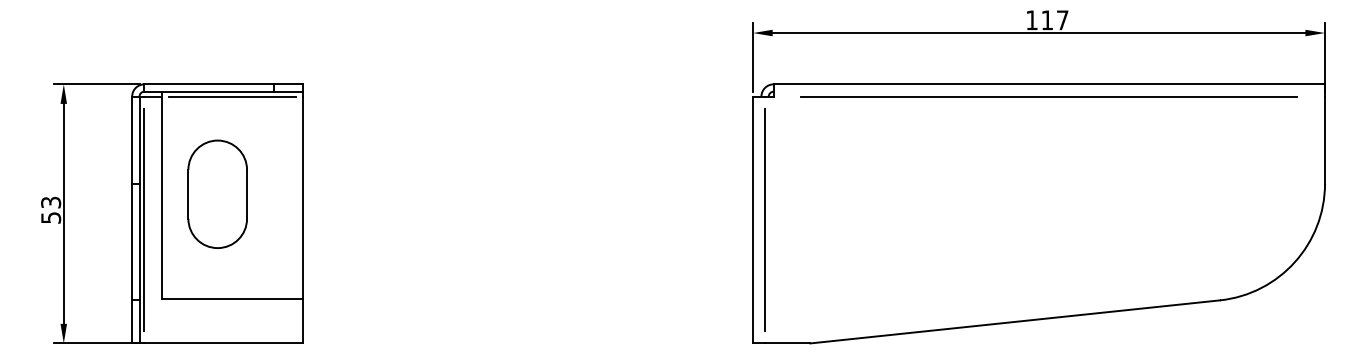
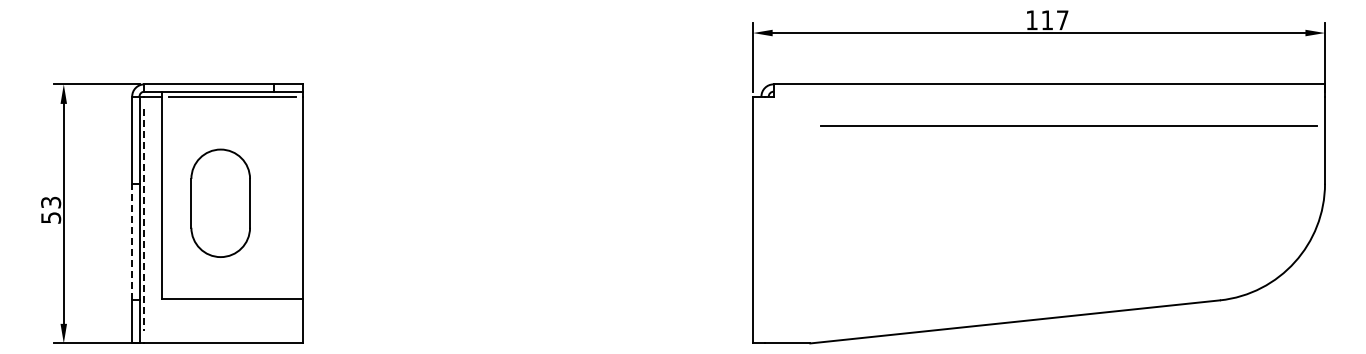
line at (1048, 96) position: (1048, 96) -> (1068, 125)
part at (217, 193) position: (217, 193) -> (220, 202)
line at (765, 219): present -> none
line at (144, 220): solid -> dashed
line at (132, 241): solid -> dashed
